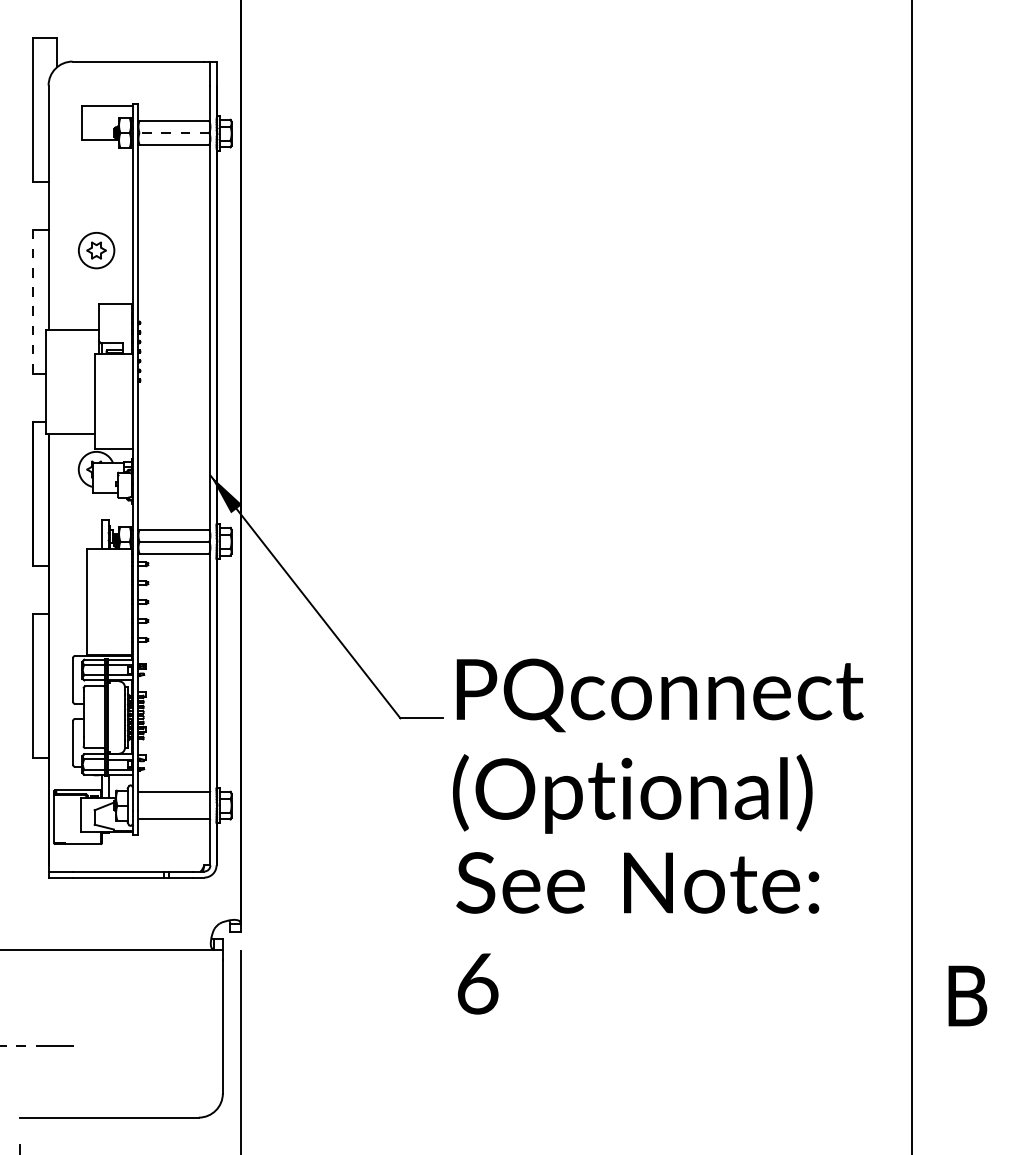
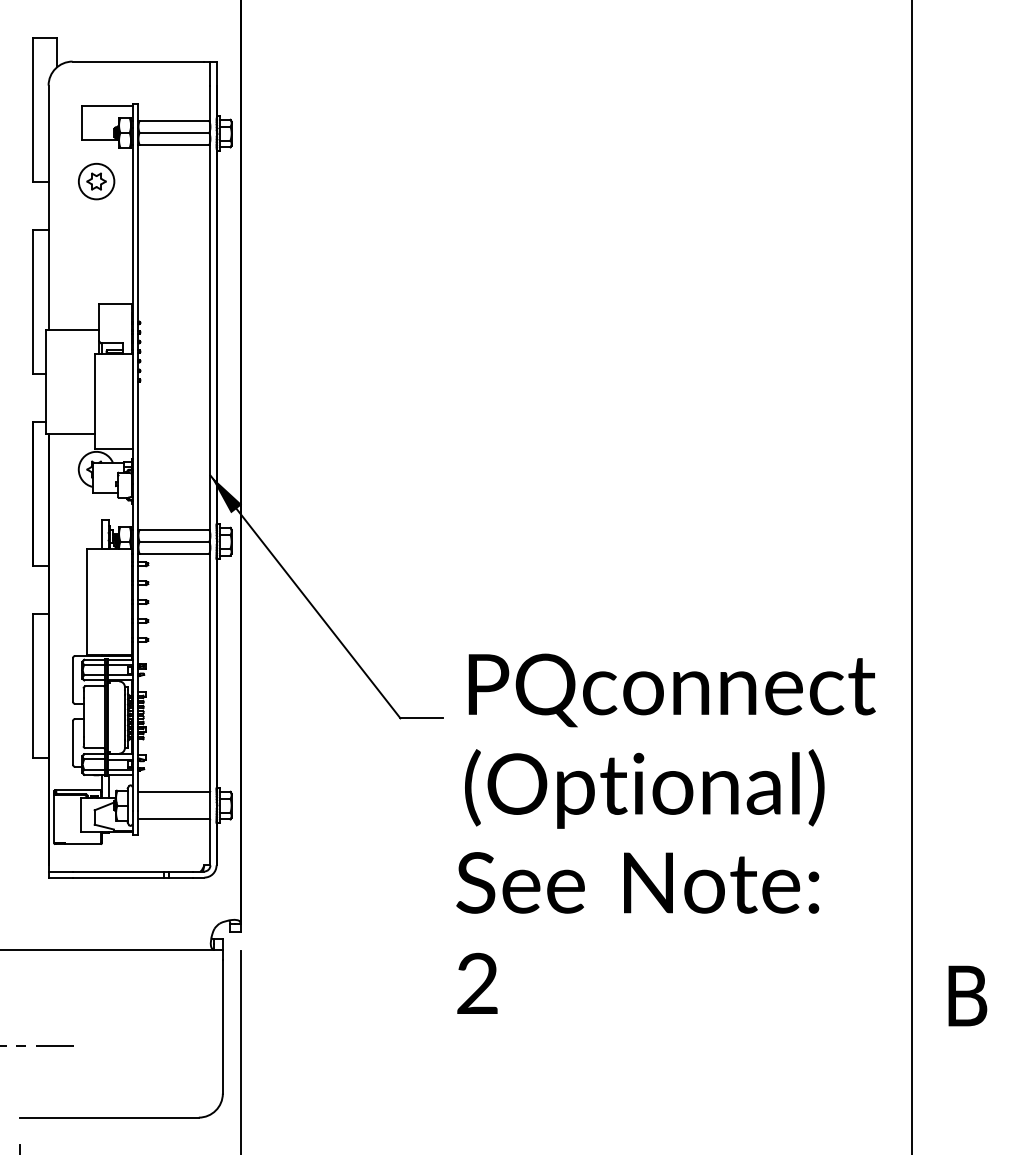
line at (174, 132): dashed -> solid
part at (96, 250) position: (96, 250) -> (96, 181)
line at (33, 301): dashed -> solid
text at (658, 745) position: (658, 745) -> (670, 740)
text at (477, 983): 6 -> 2
